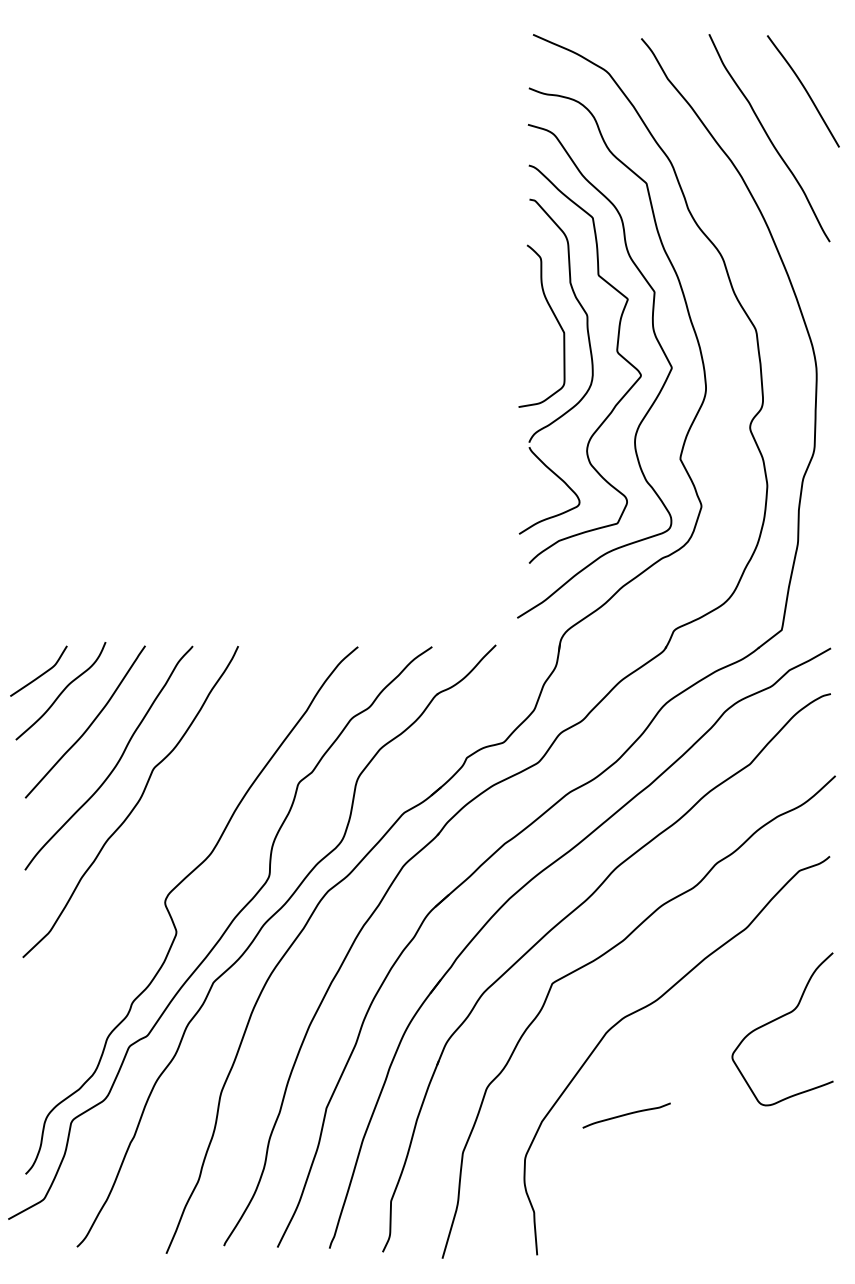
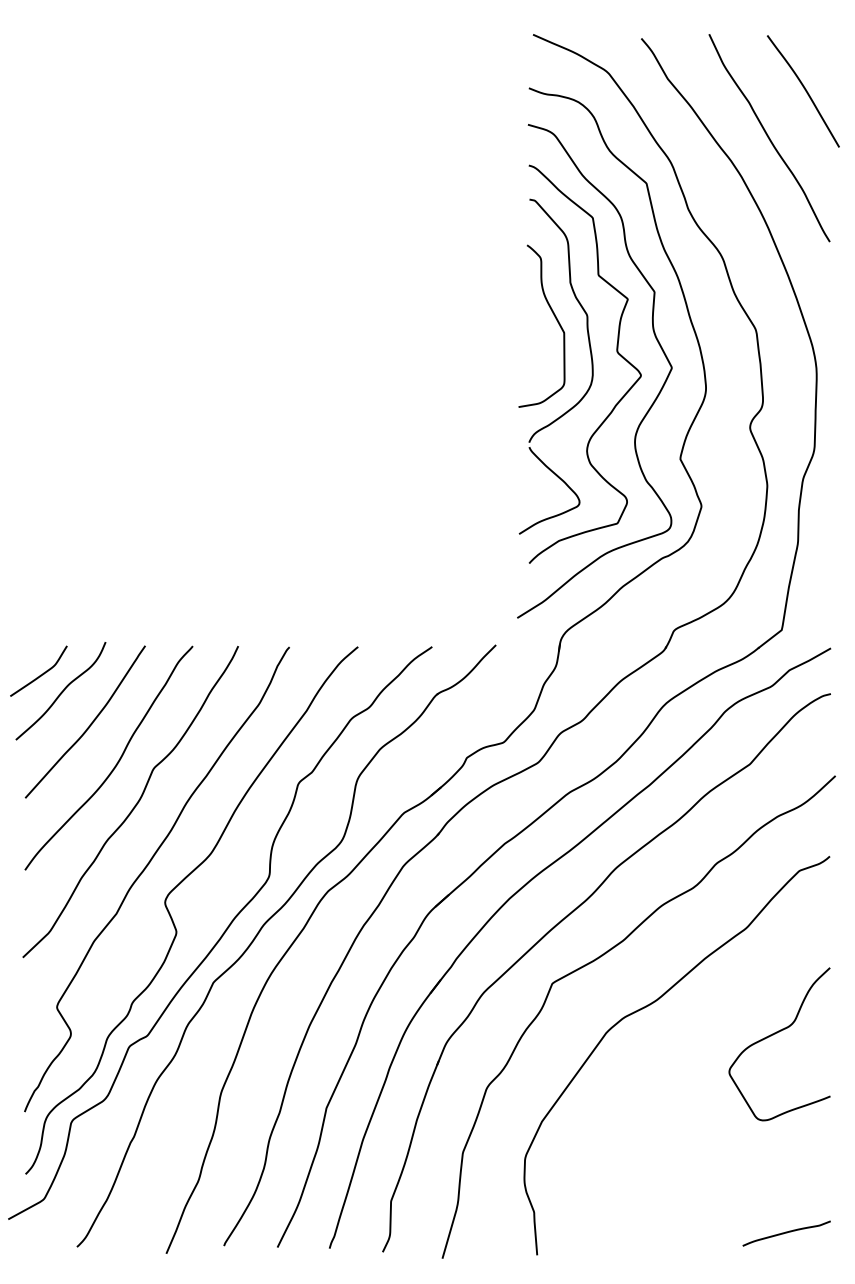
curve at (143, 872): none -> present
curve at (778, 1019) position: (778, 1019) -> (775, 1034)
curve at (626, 1115) position: (626, 1115) -> (786, 1233)
